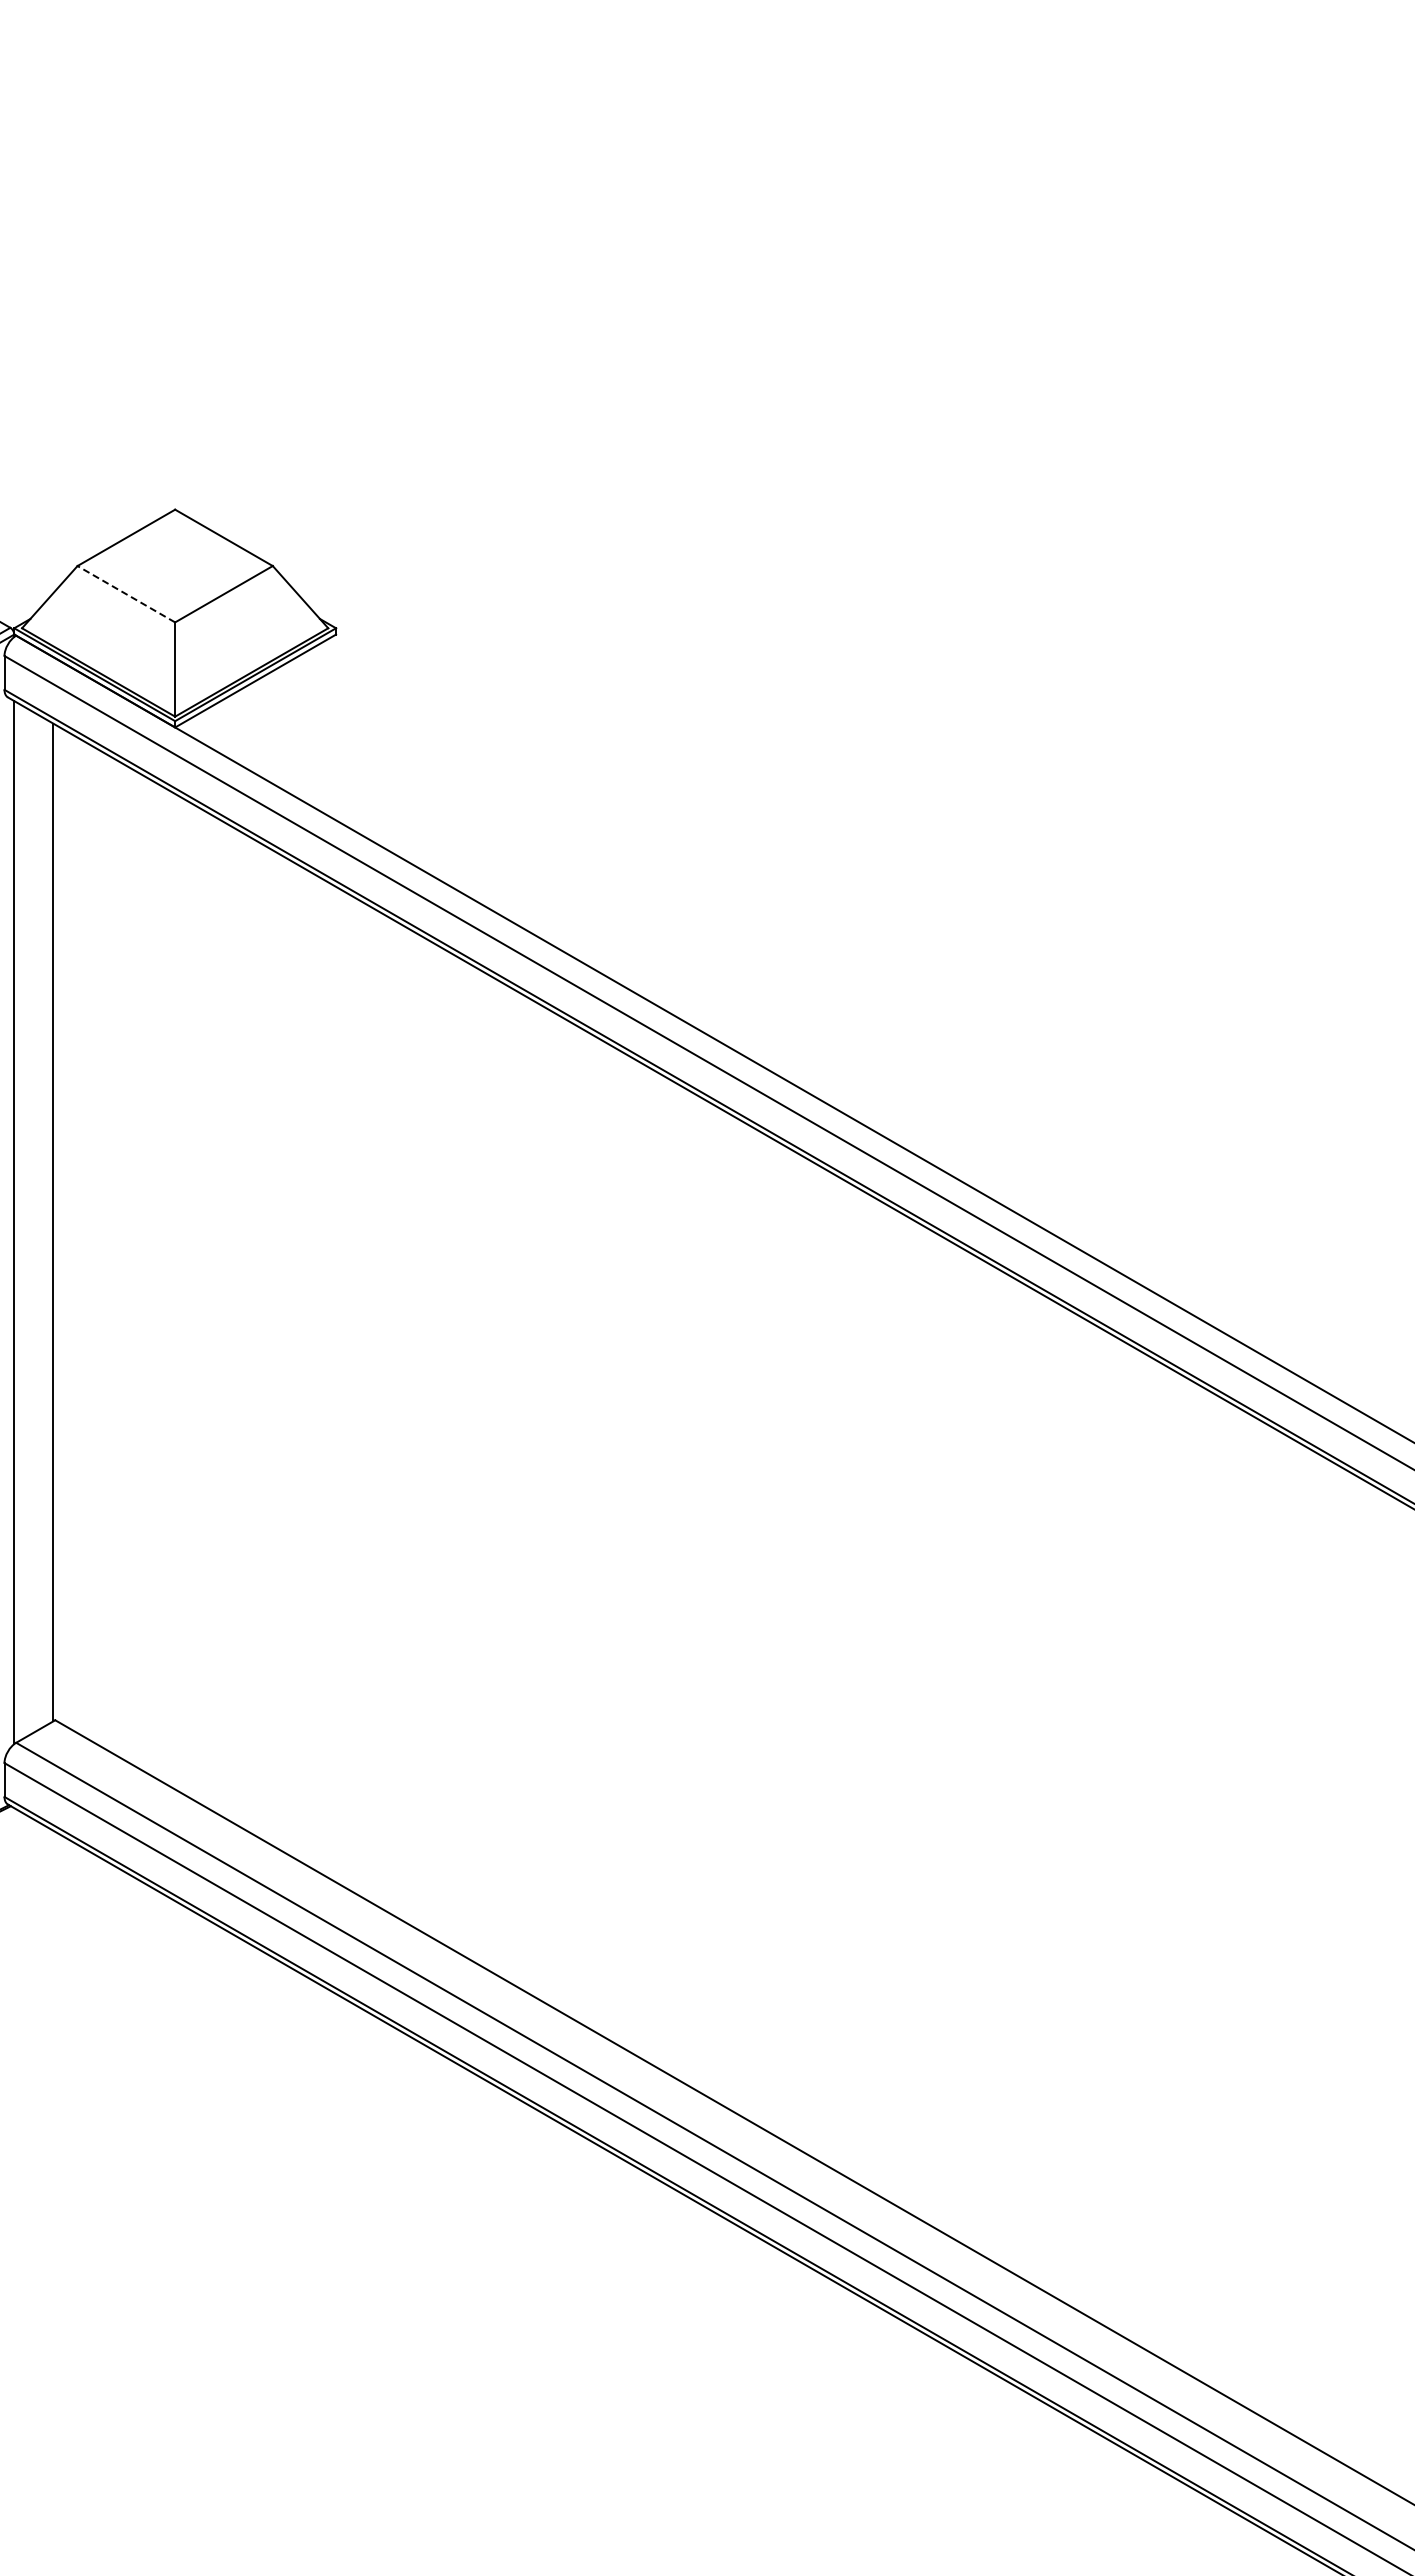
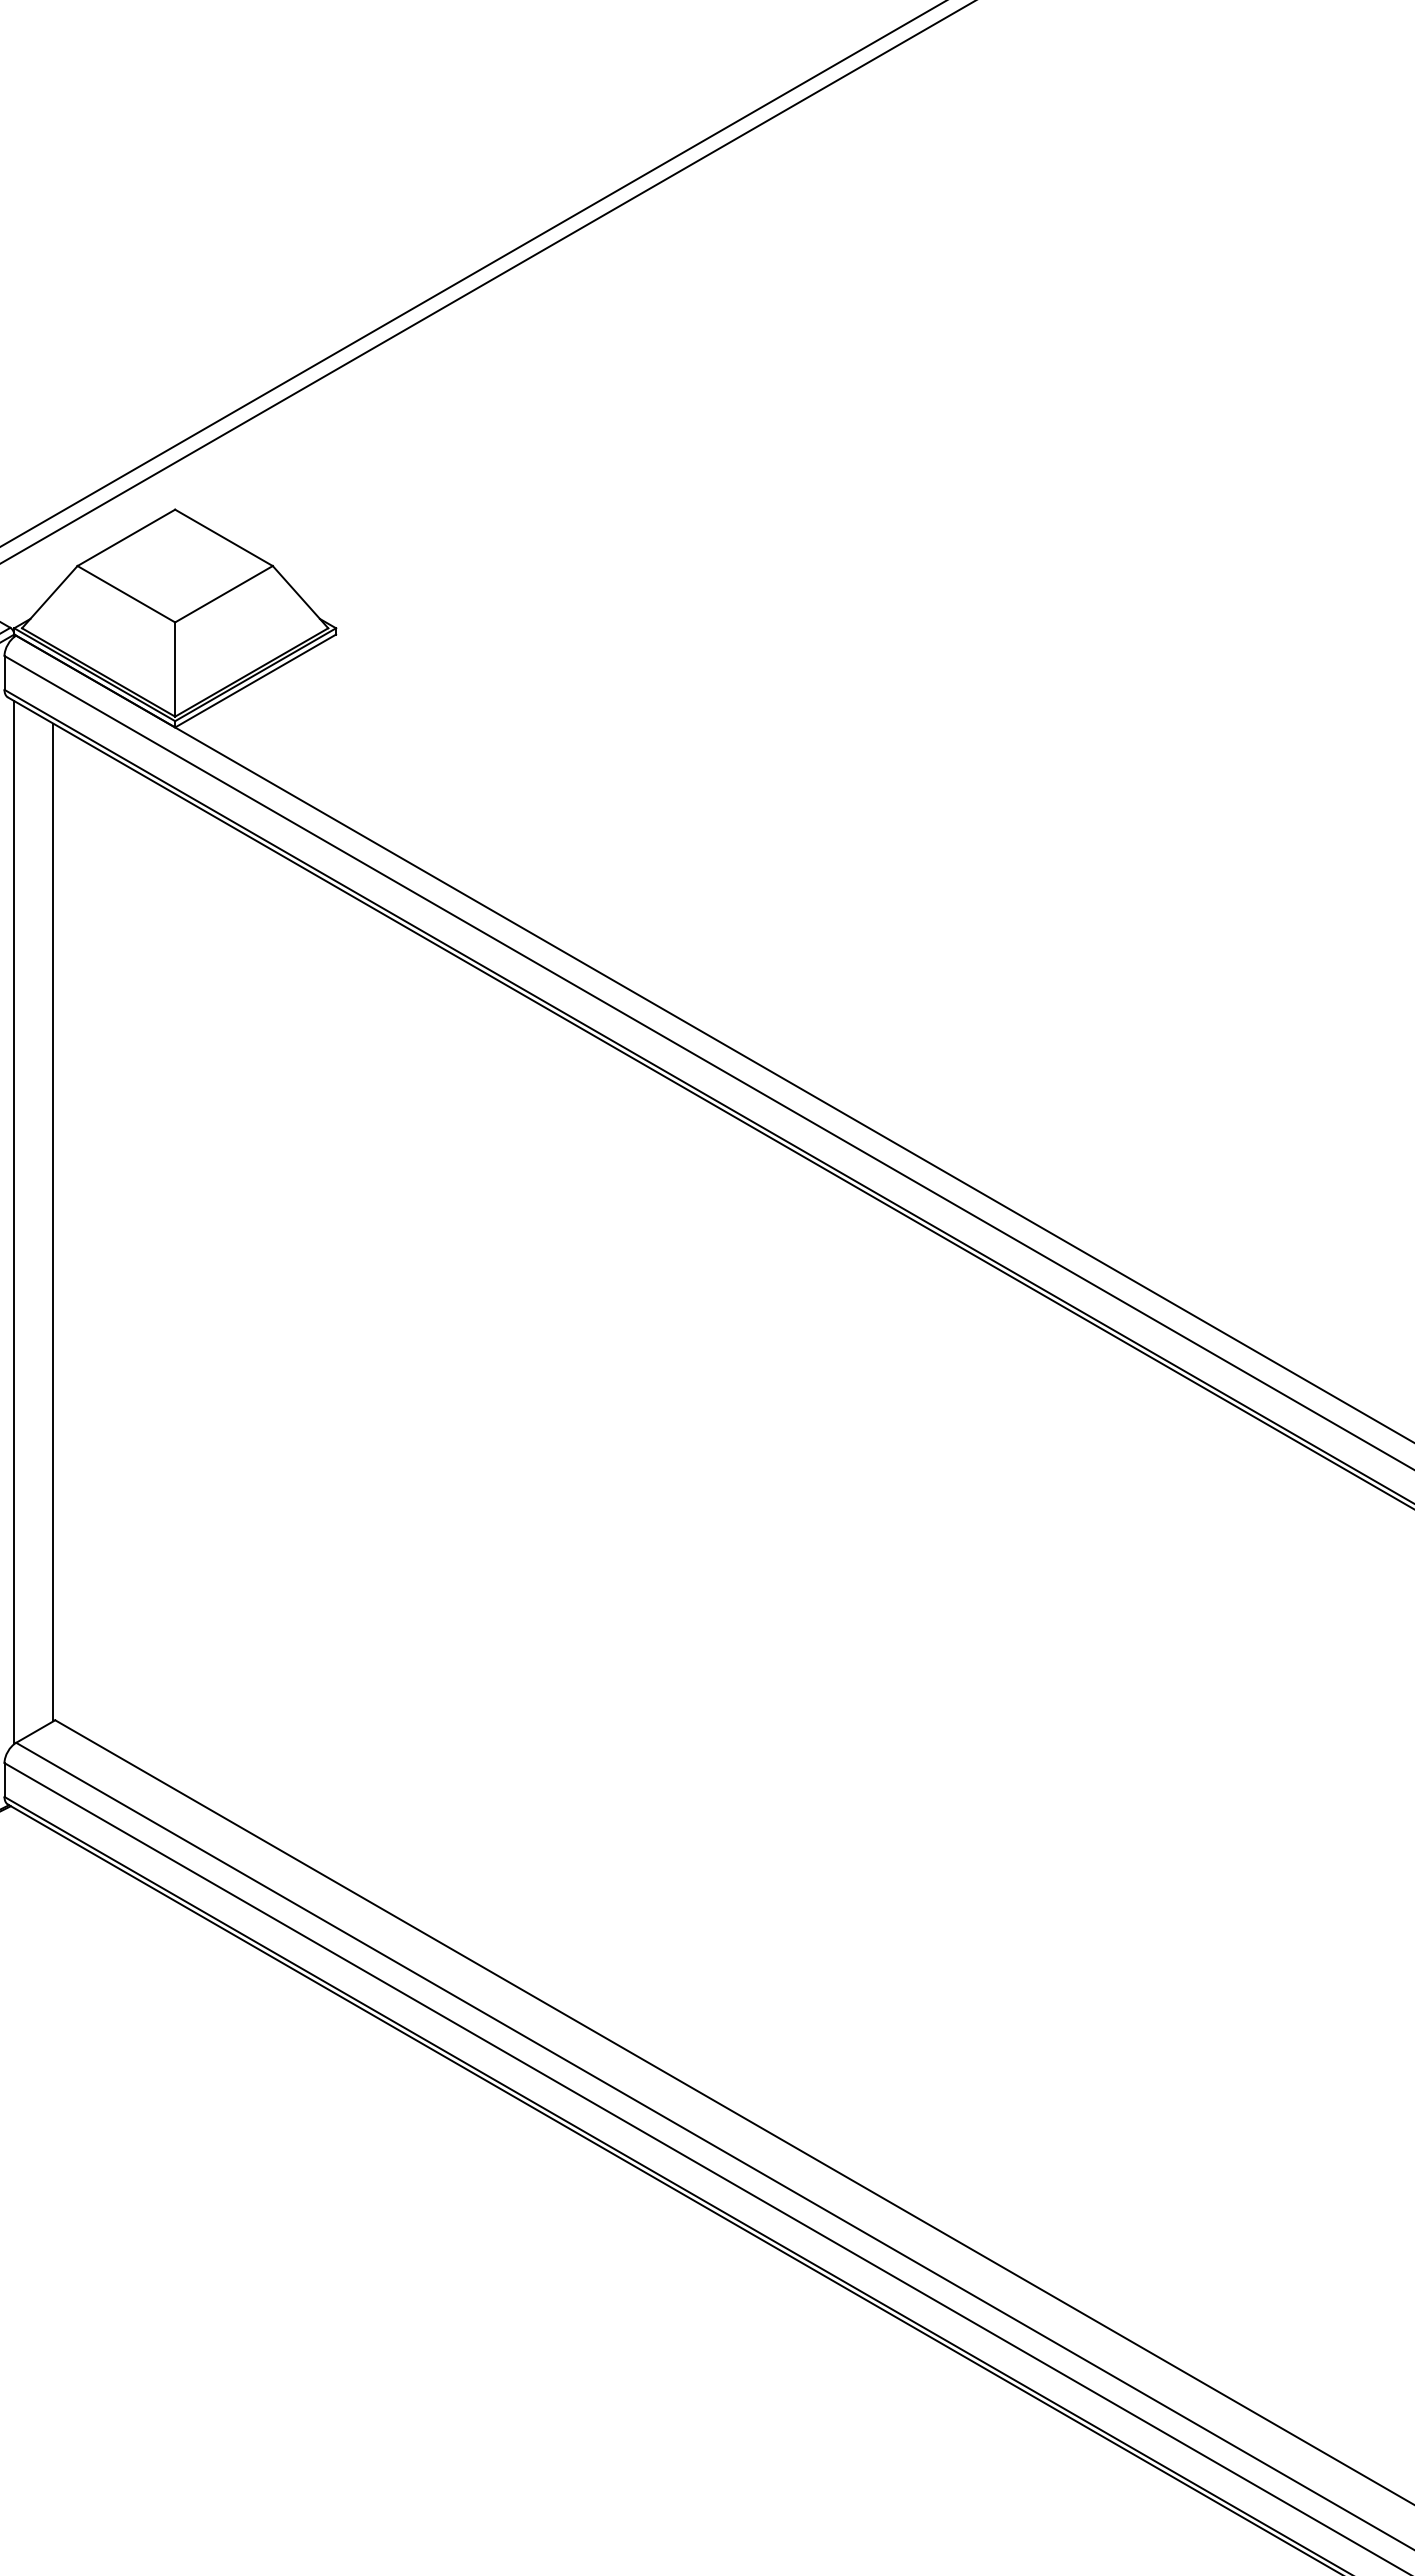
line at (472, 273): none -> present
line at (487, 282): none -> present
line at (125, 593): dashed -> solid
